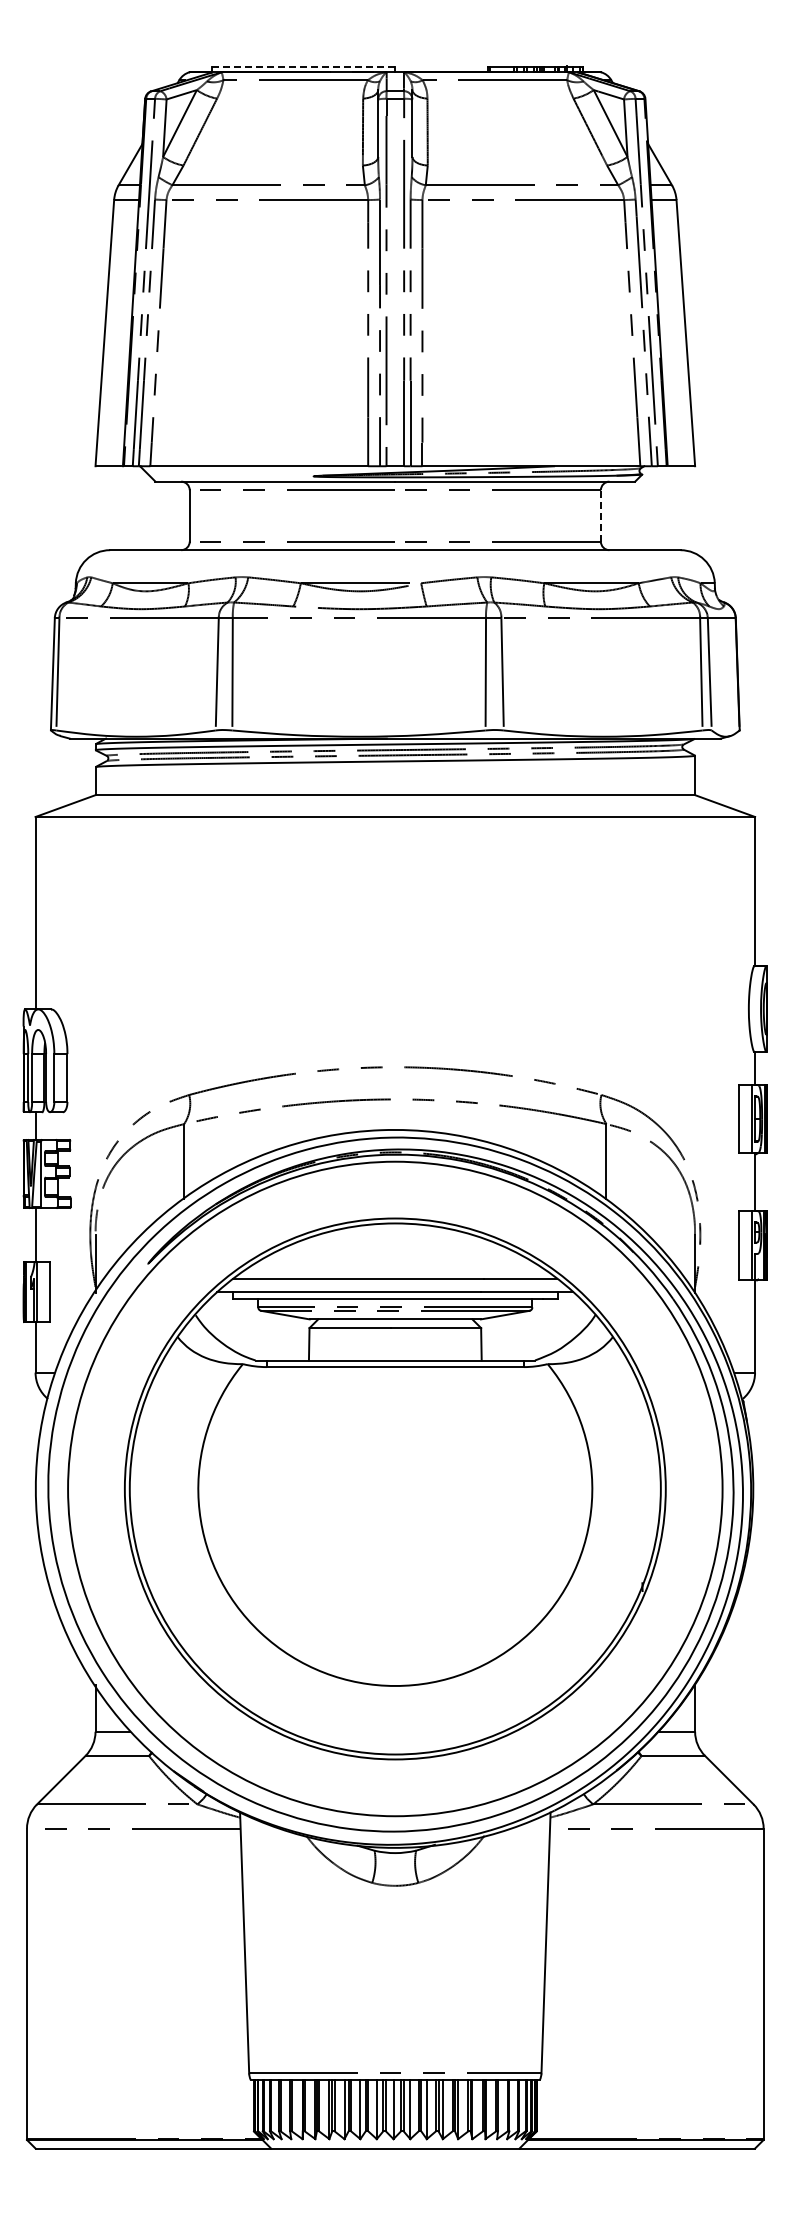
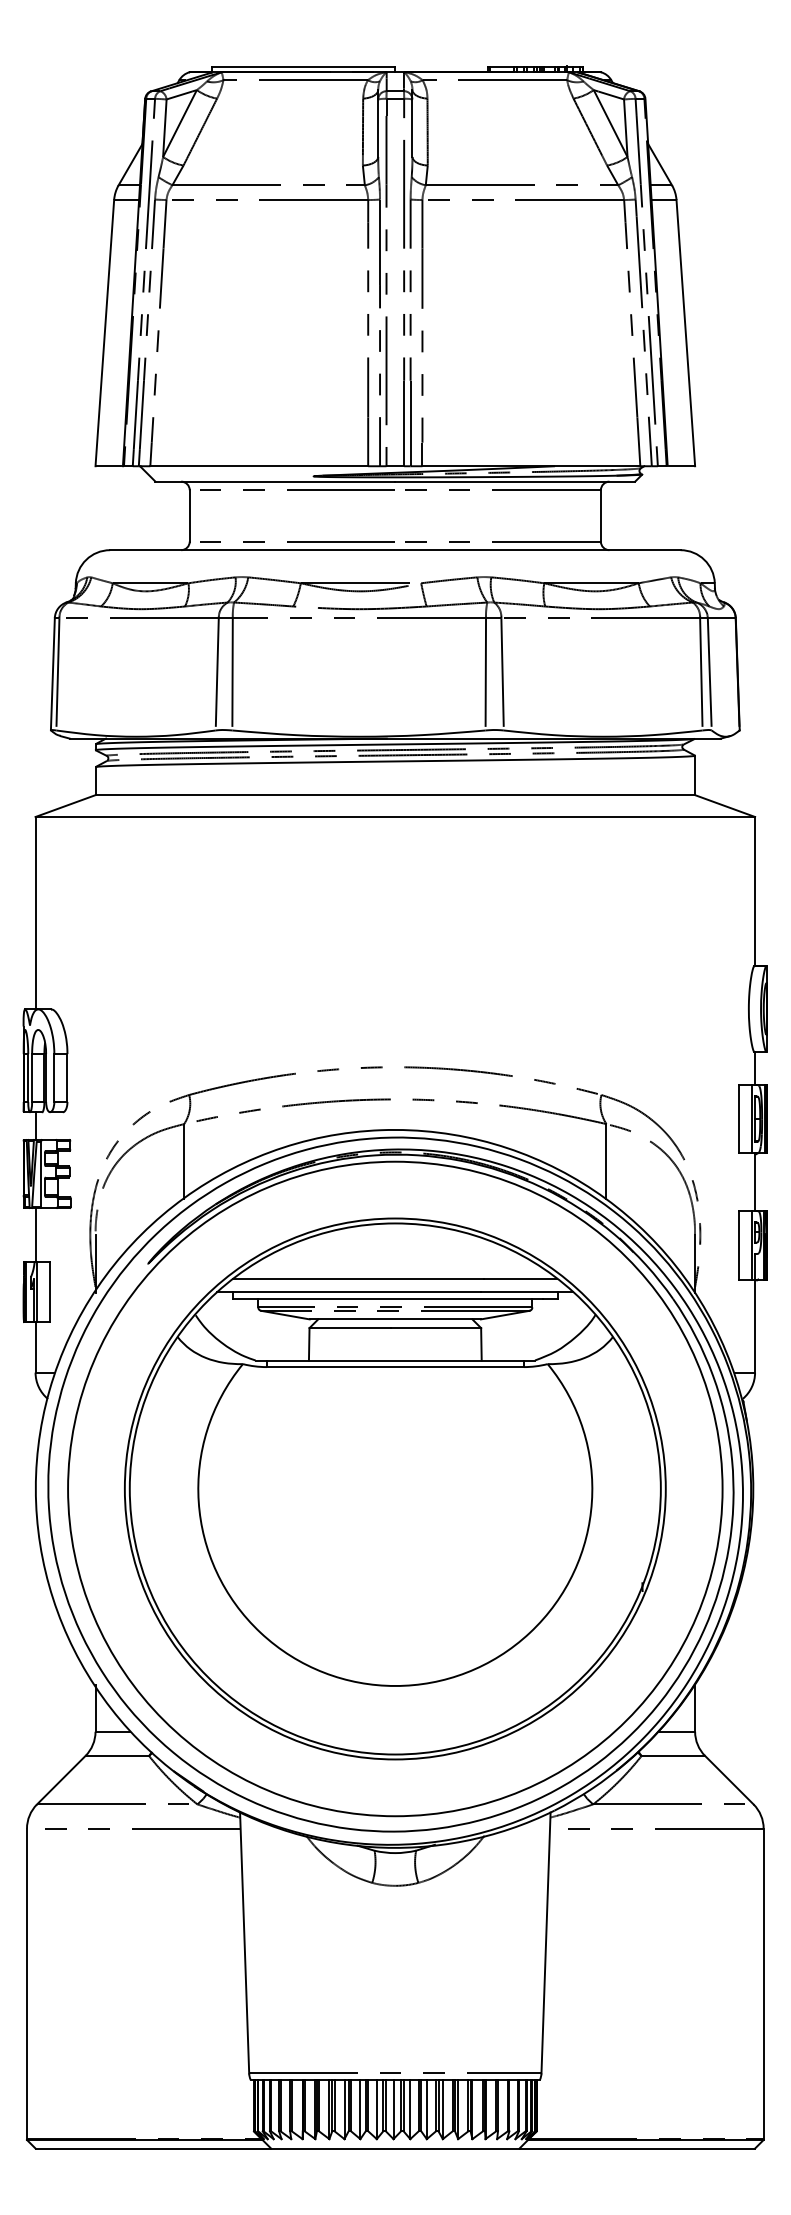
line at (303, 67): dashed -> solid
line at (600, 515): dashed -> solid
